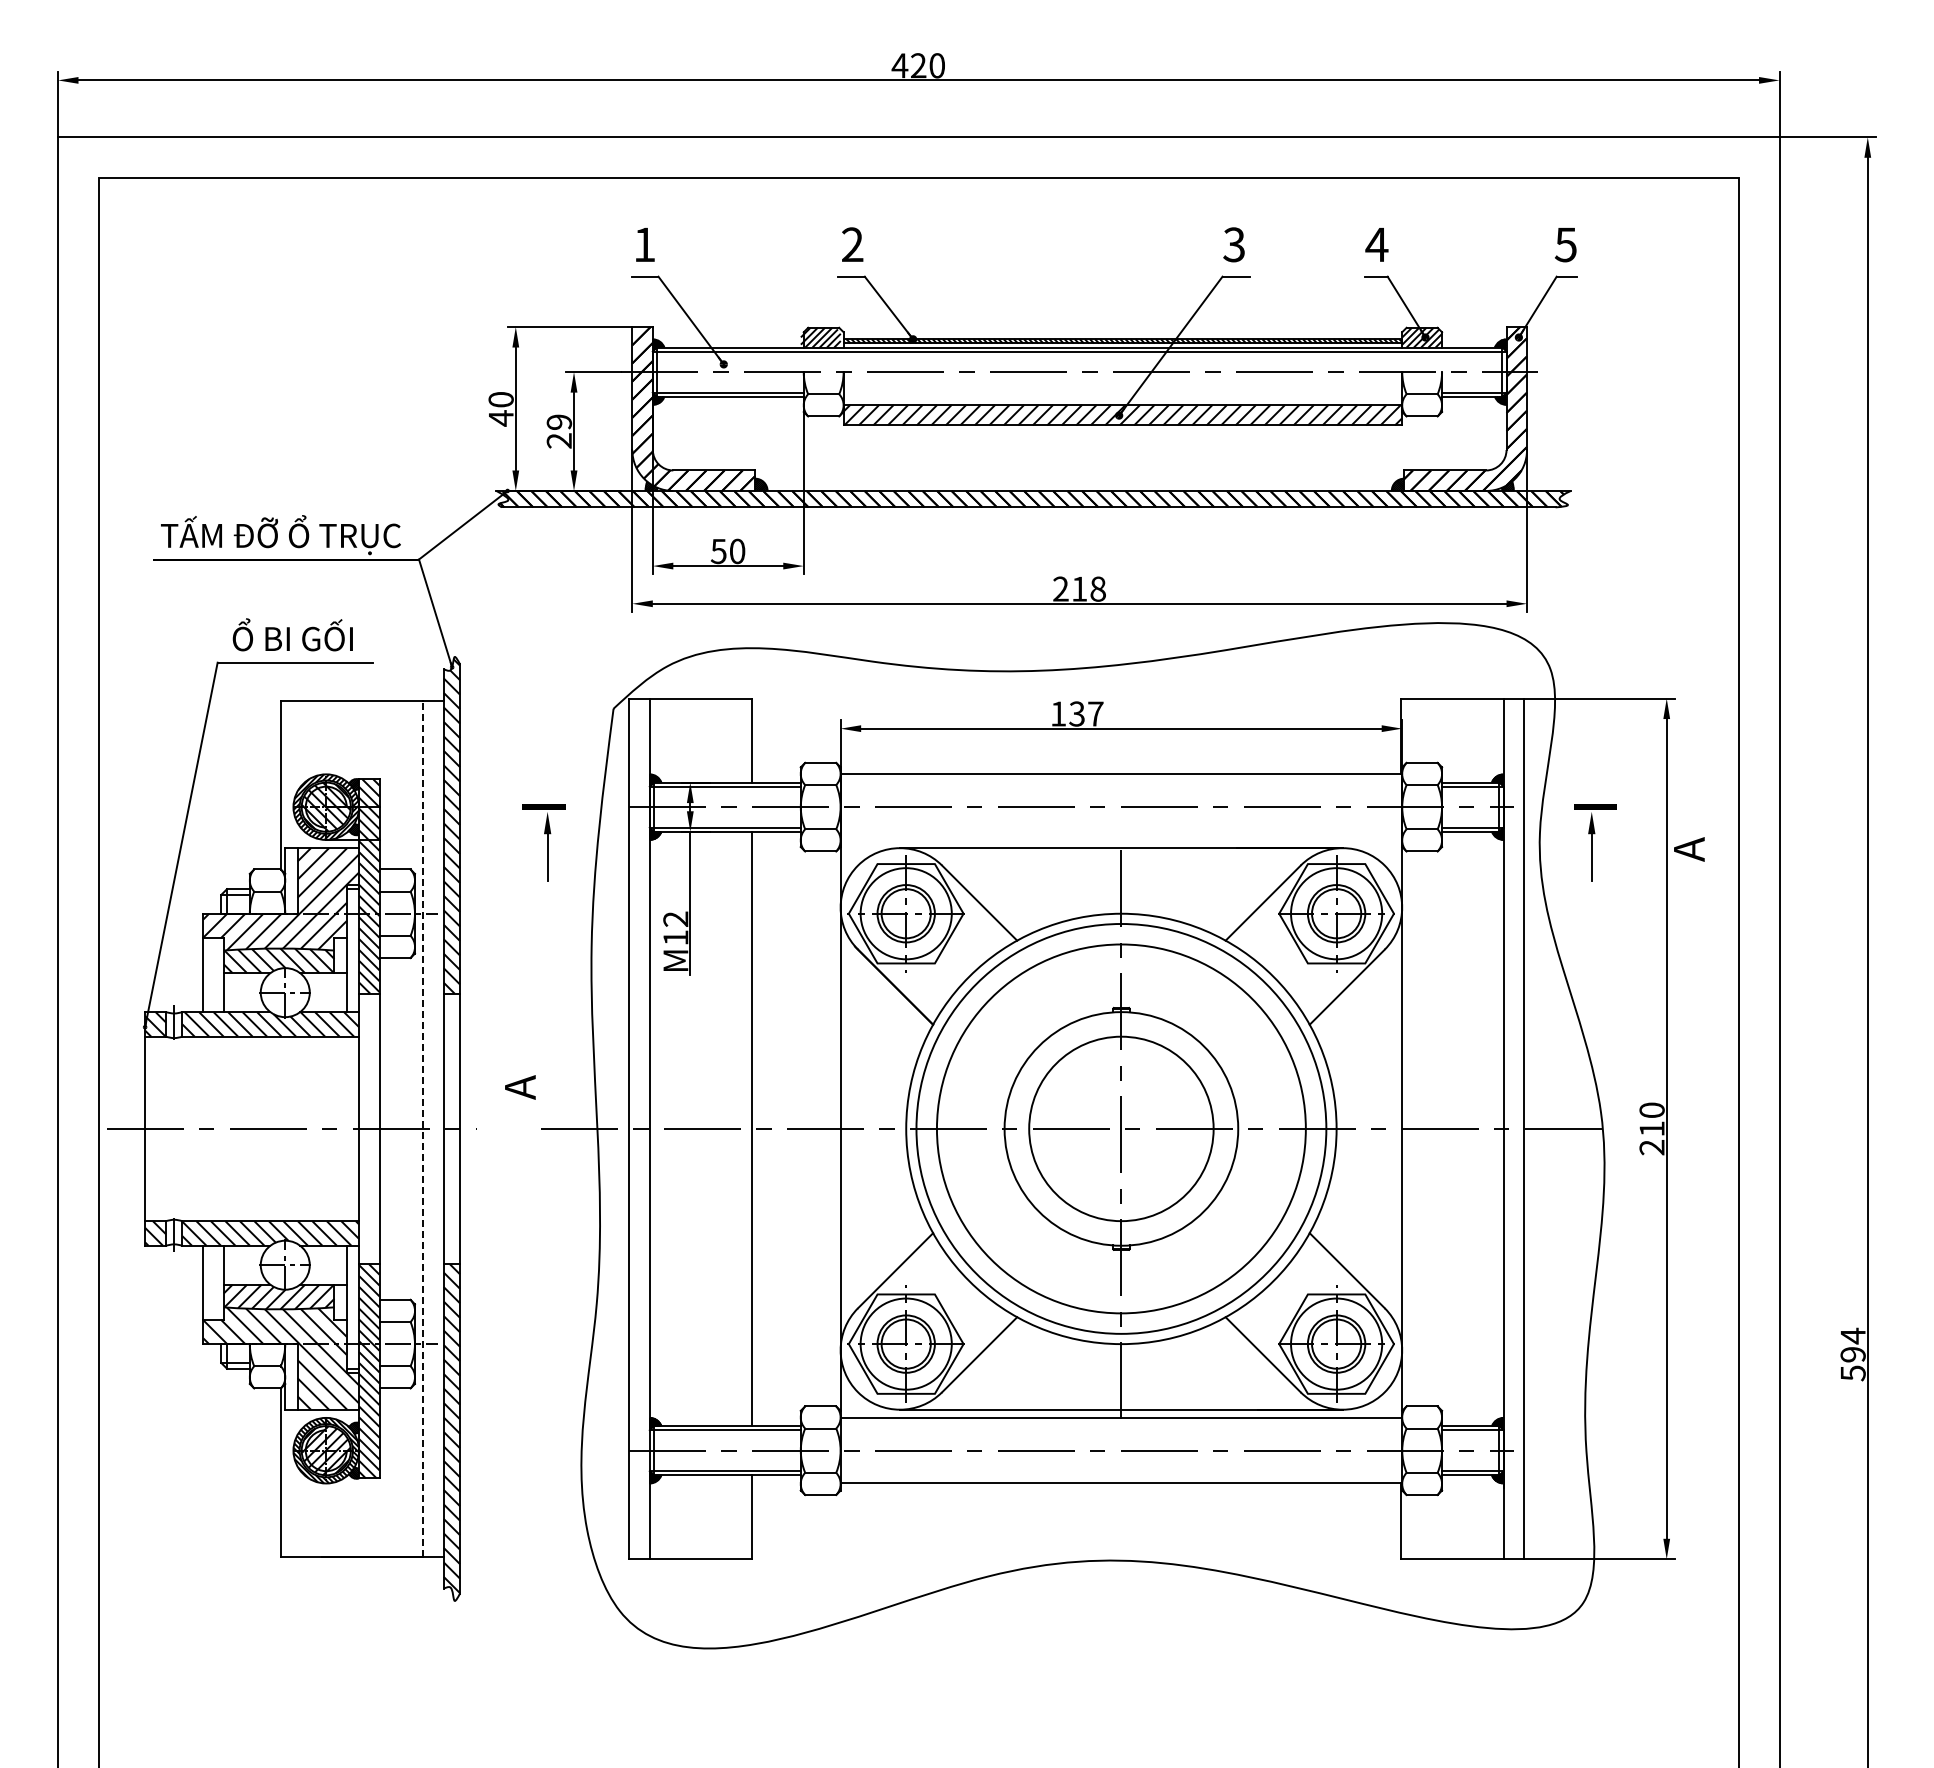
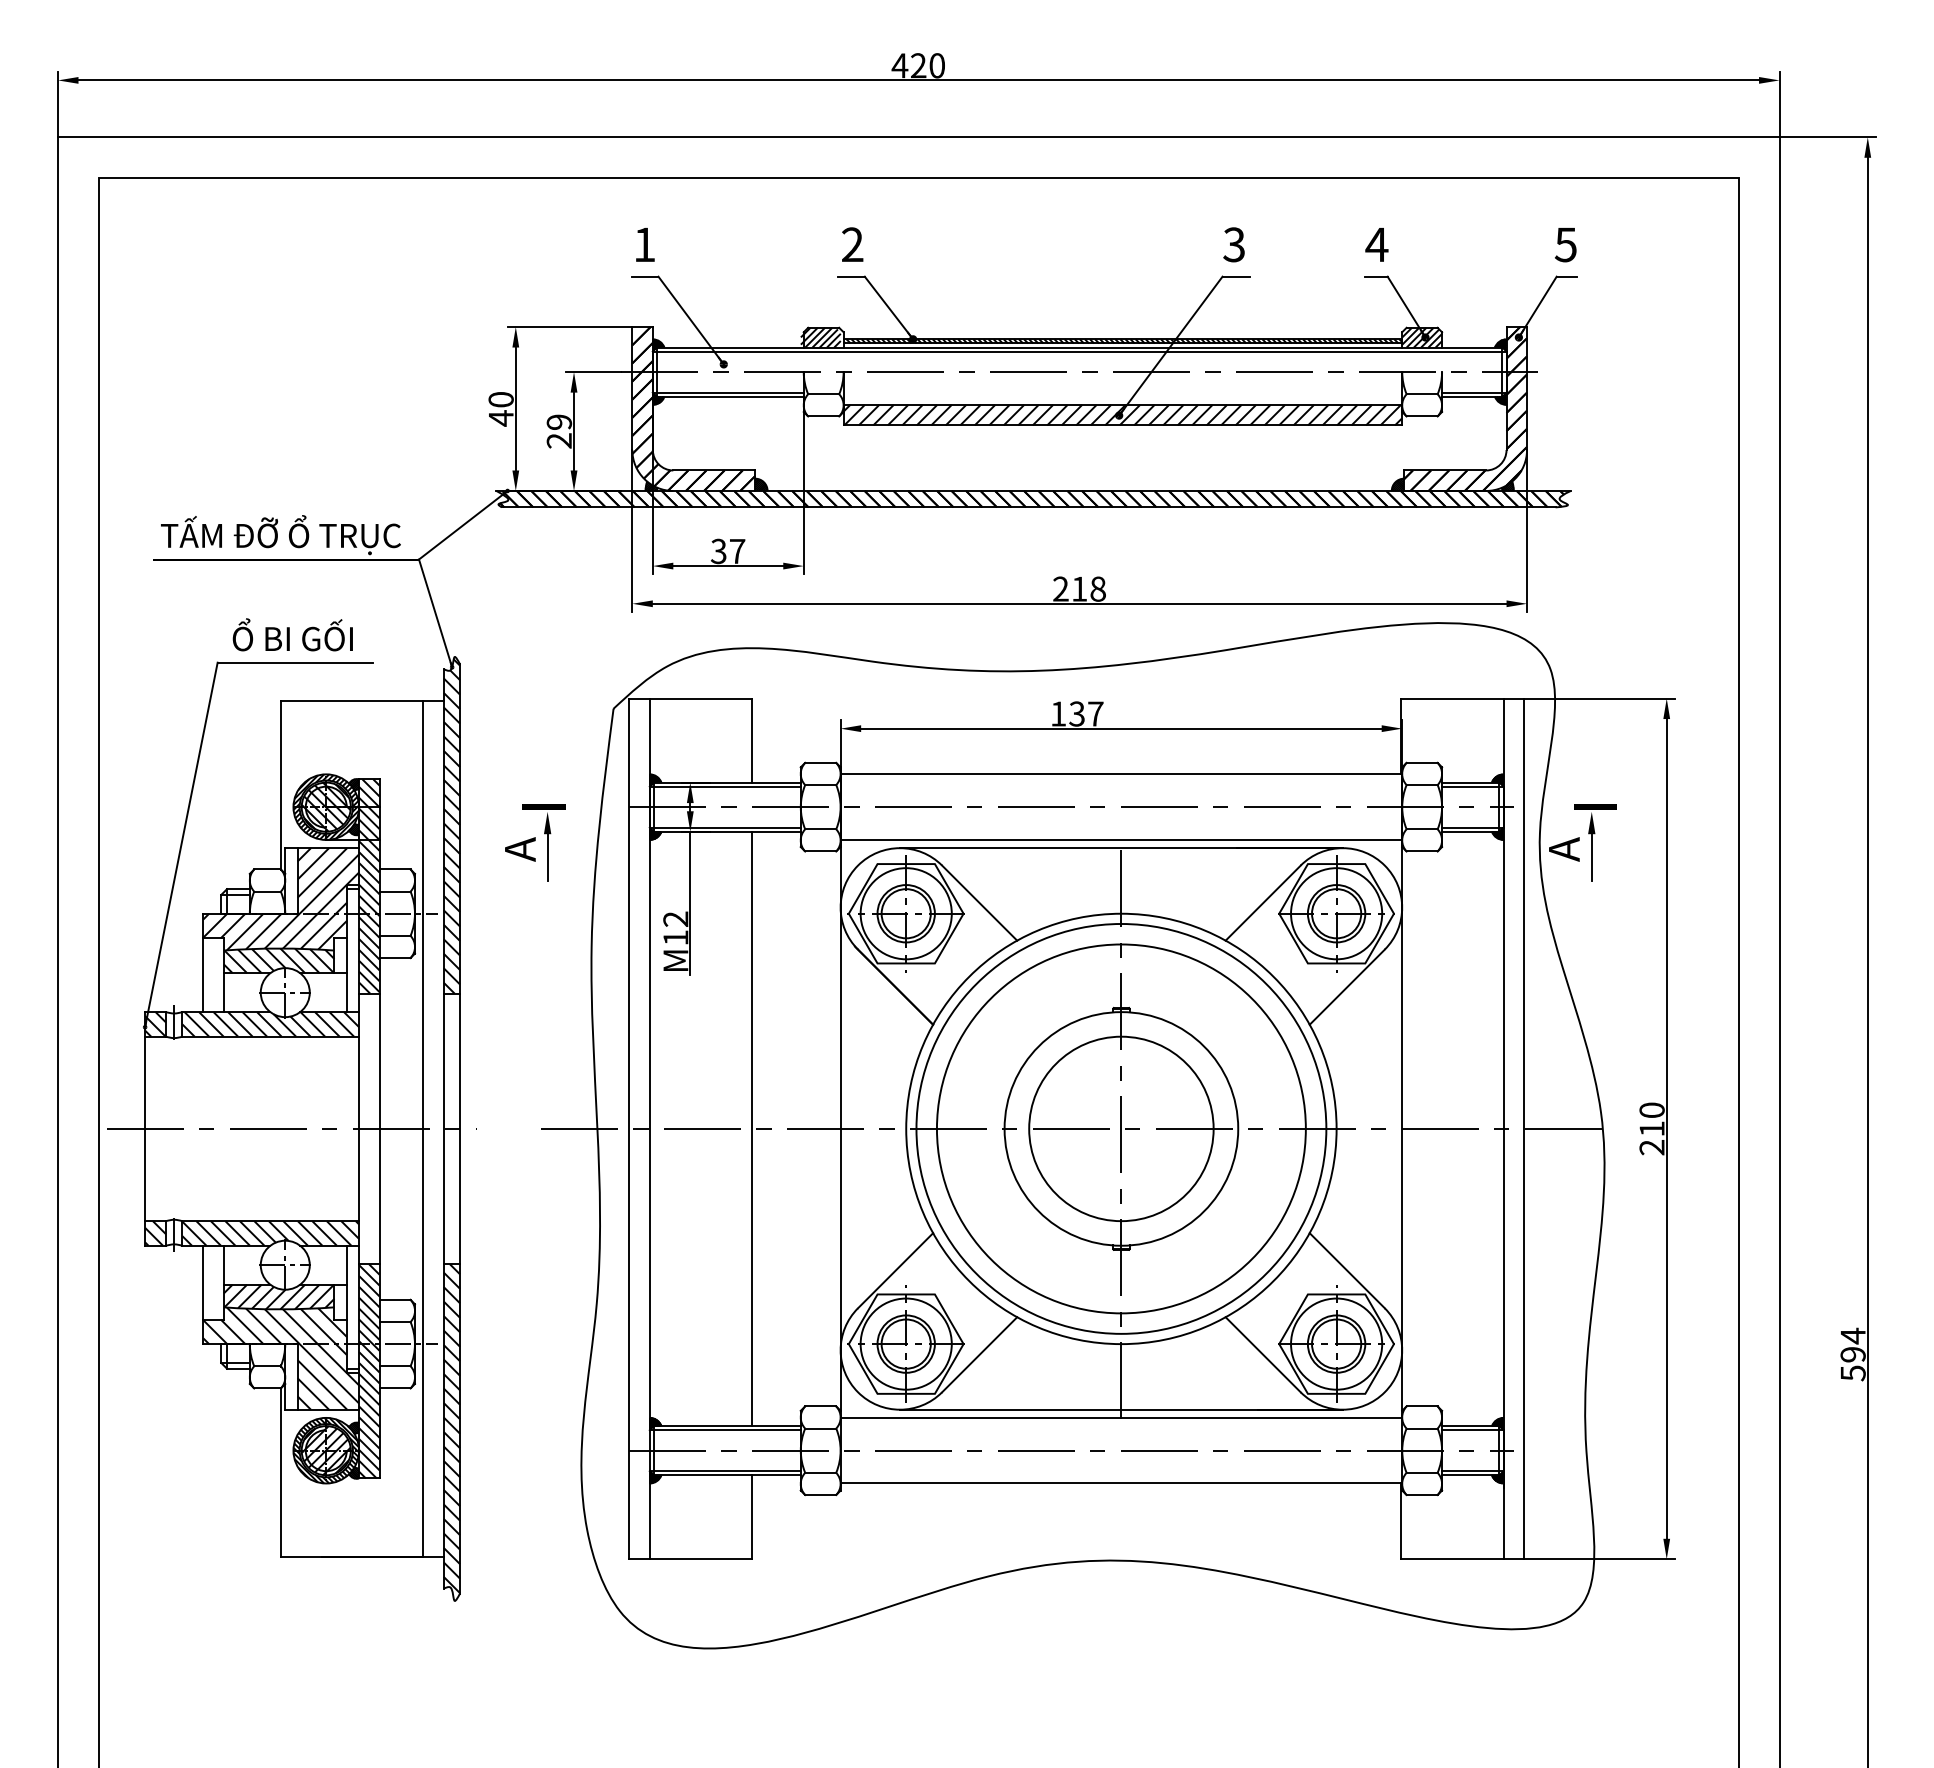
text at (728, 551): 50 -> 37
line at (1121, 839): none -> present
text at (1689, 849) position: (1689, 849) -> (1564, 849)
text at (520, 1087) position: (520, 1087) -> (520, 849)
line at (423, 1128): dashed -> solid
